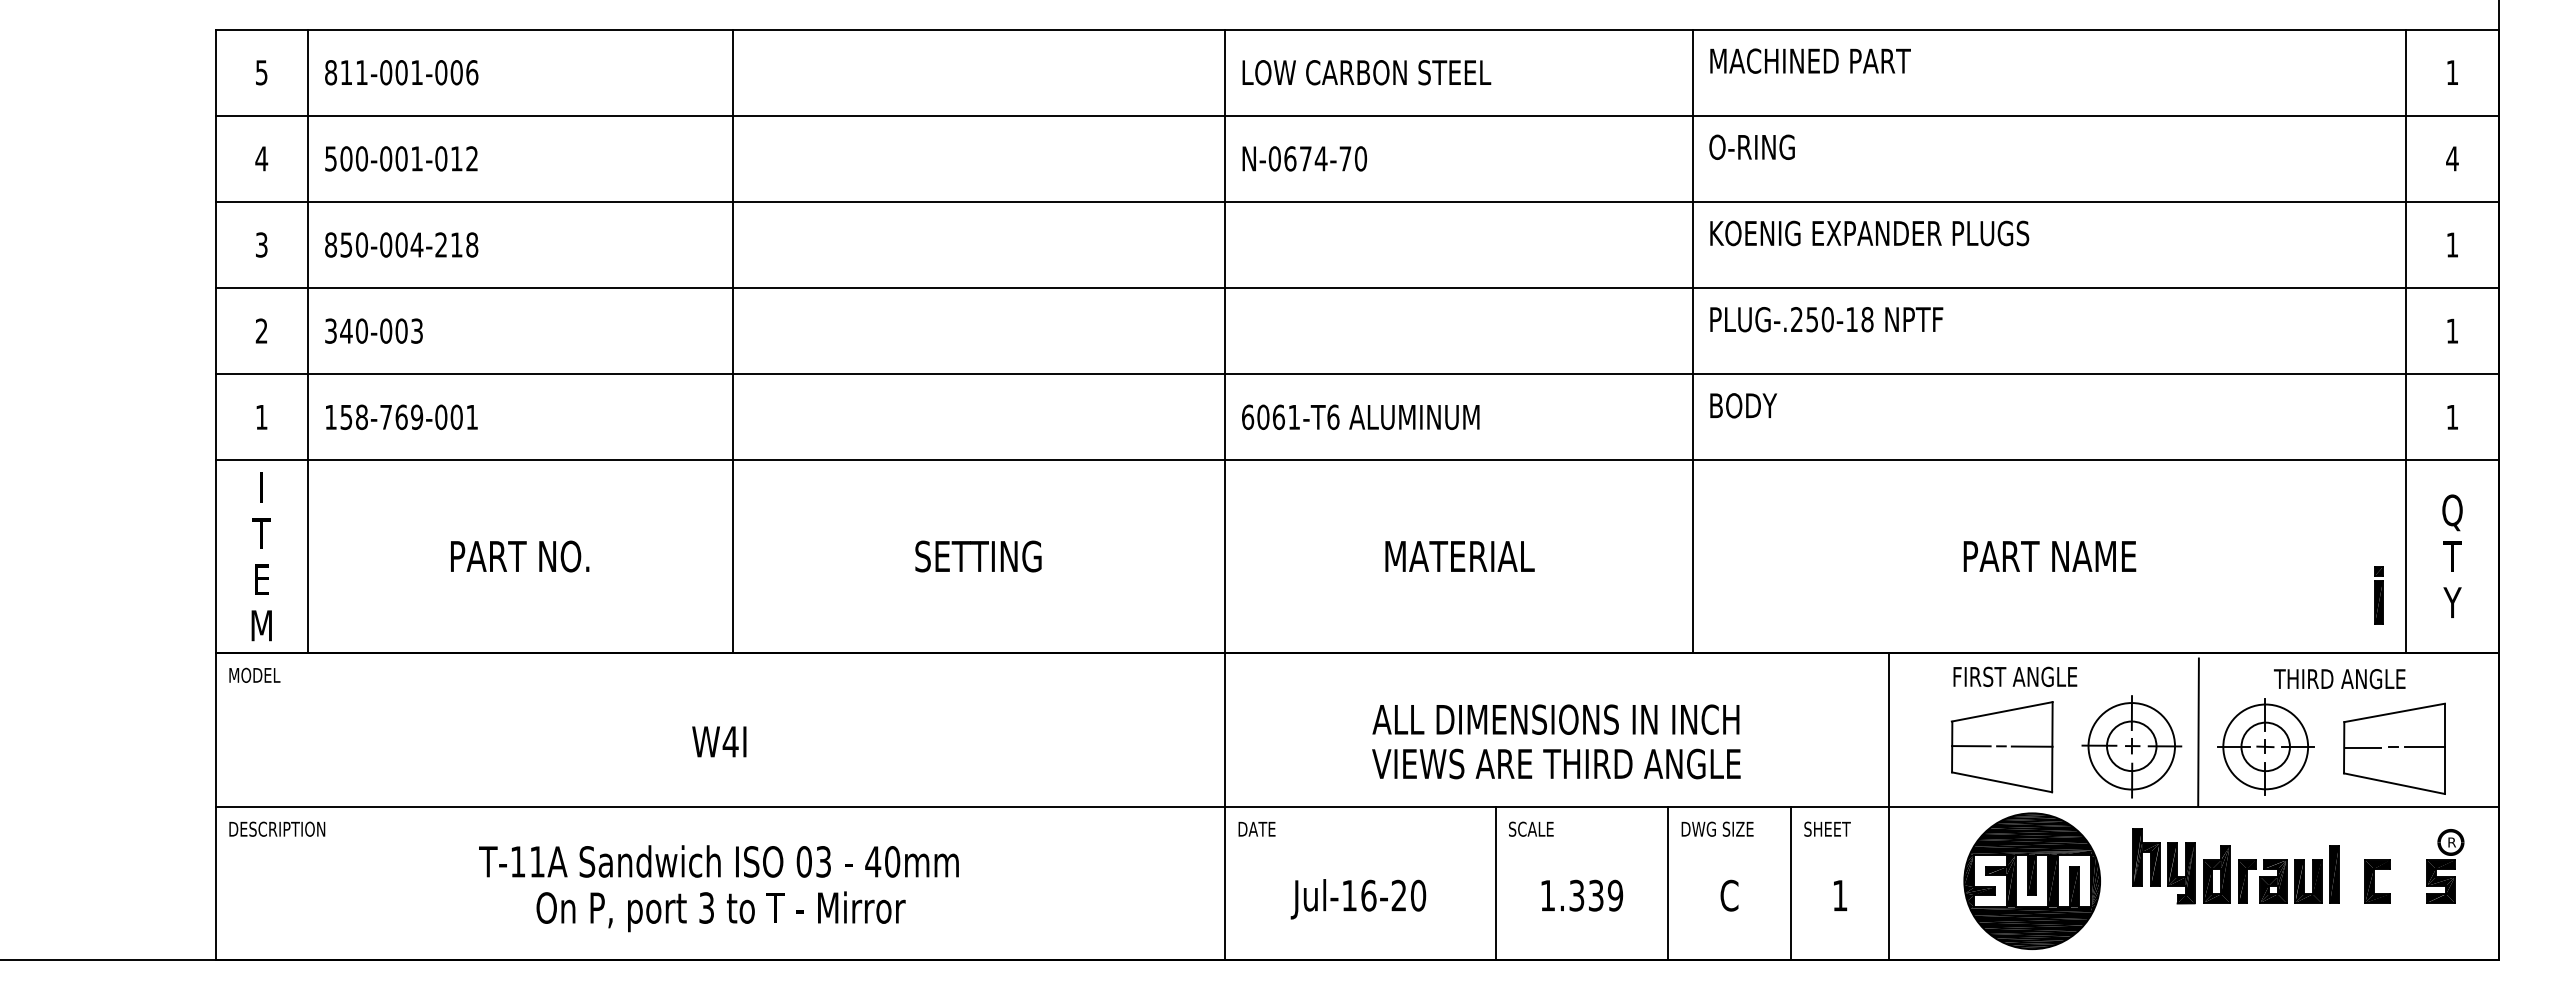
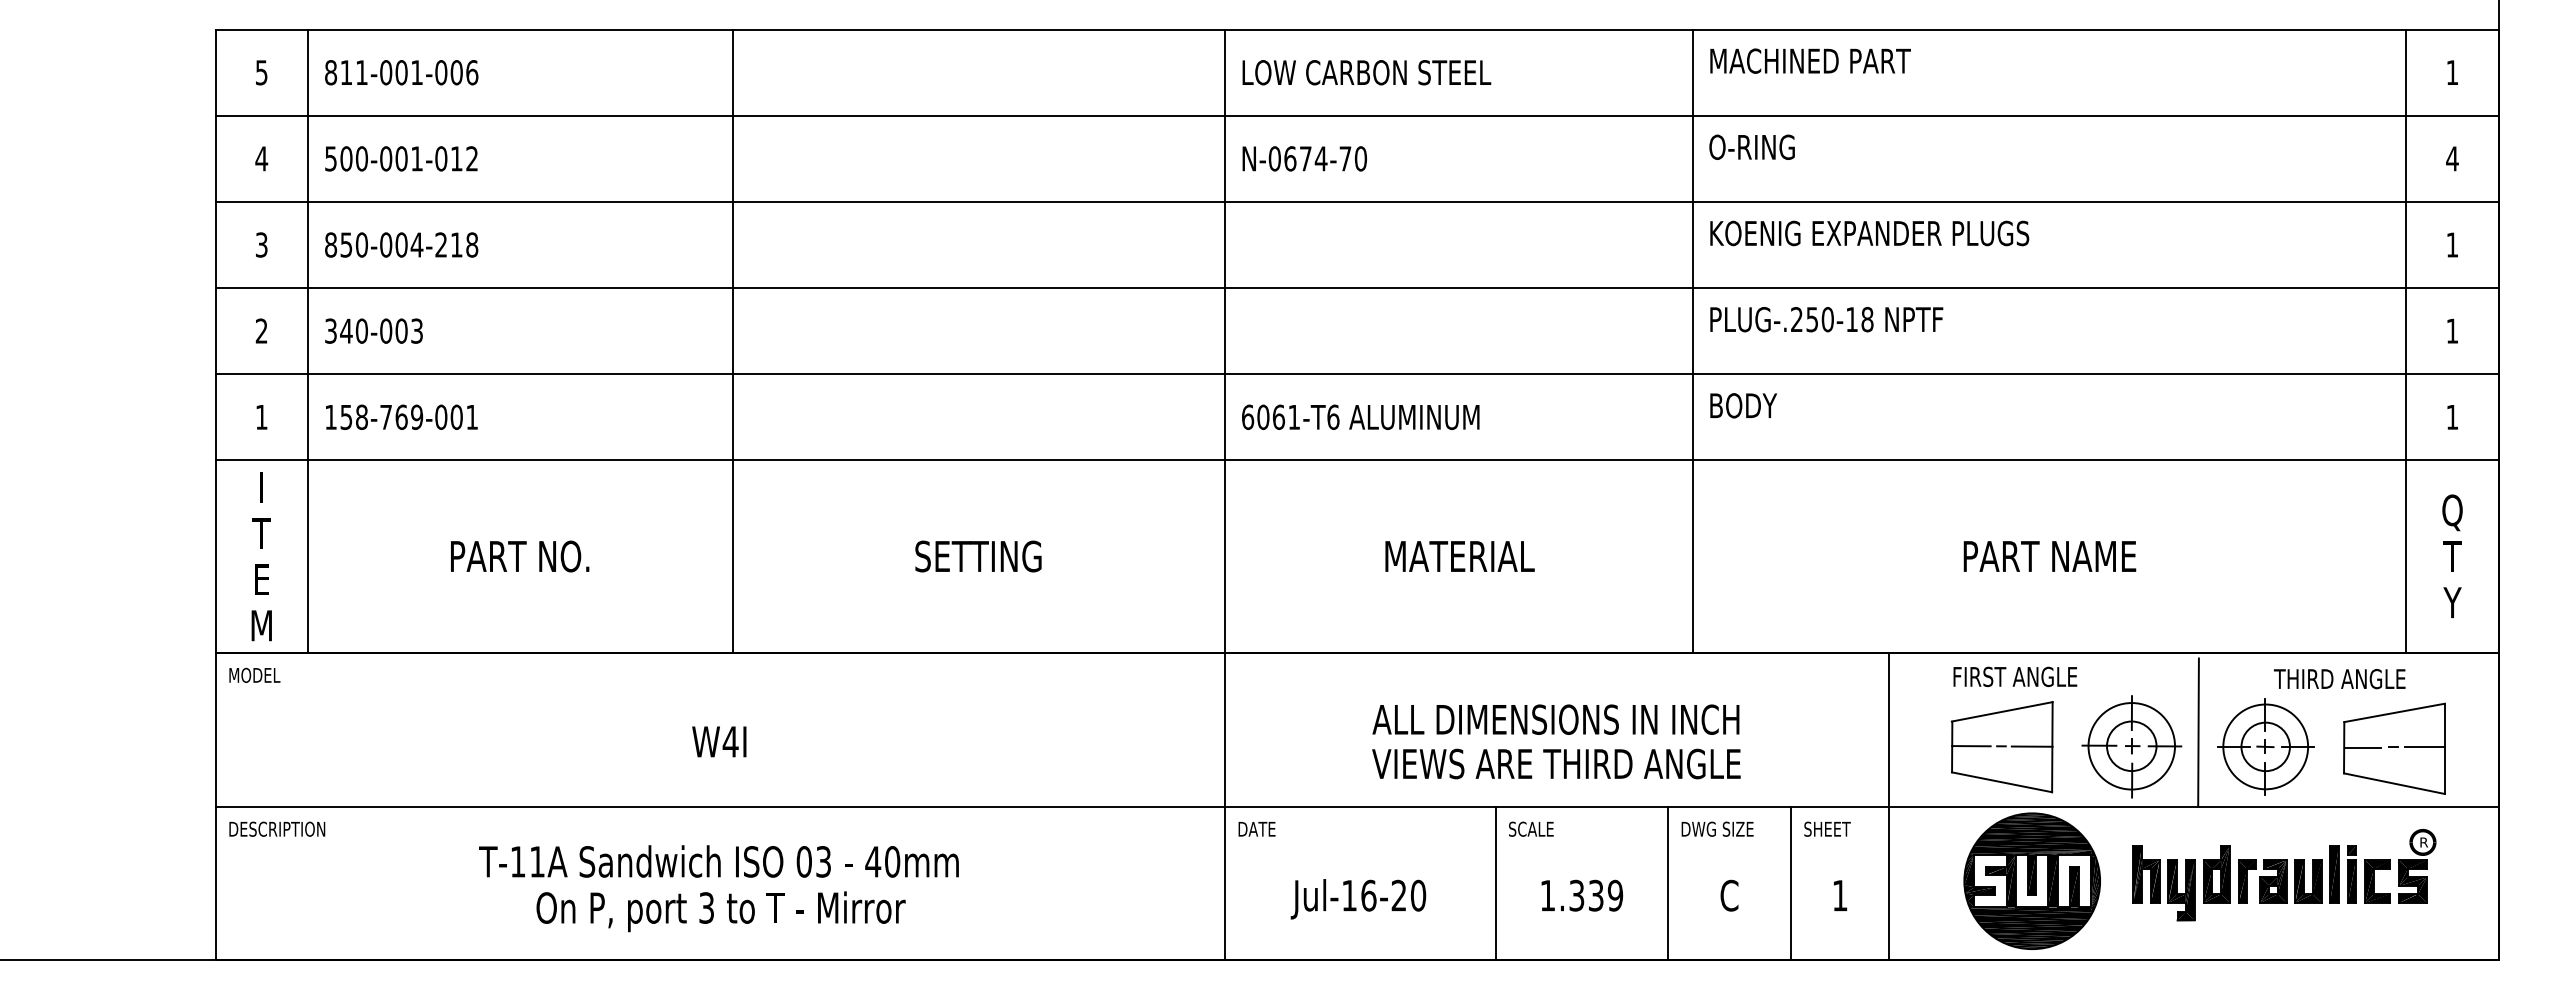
part at (2378, 595) position: (2378, 595) -> (2351, 874)
part at (2163, 866) position: (2163, 866) -> (2163, 883)
part at (2445, 866) position: (2445, 866) -> (2417, 866)
